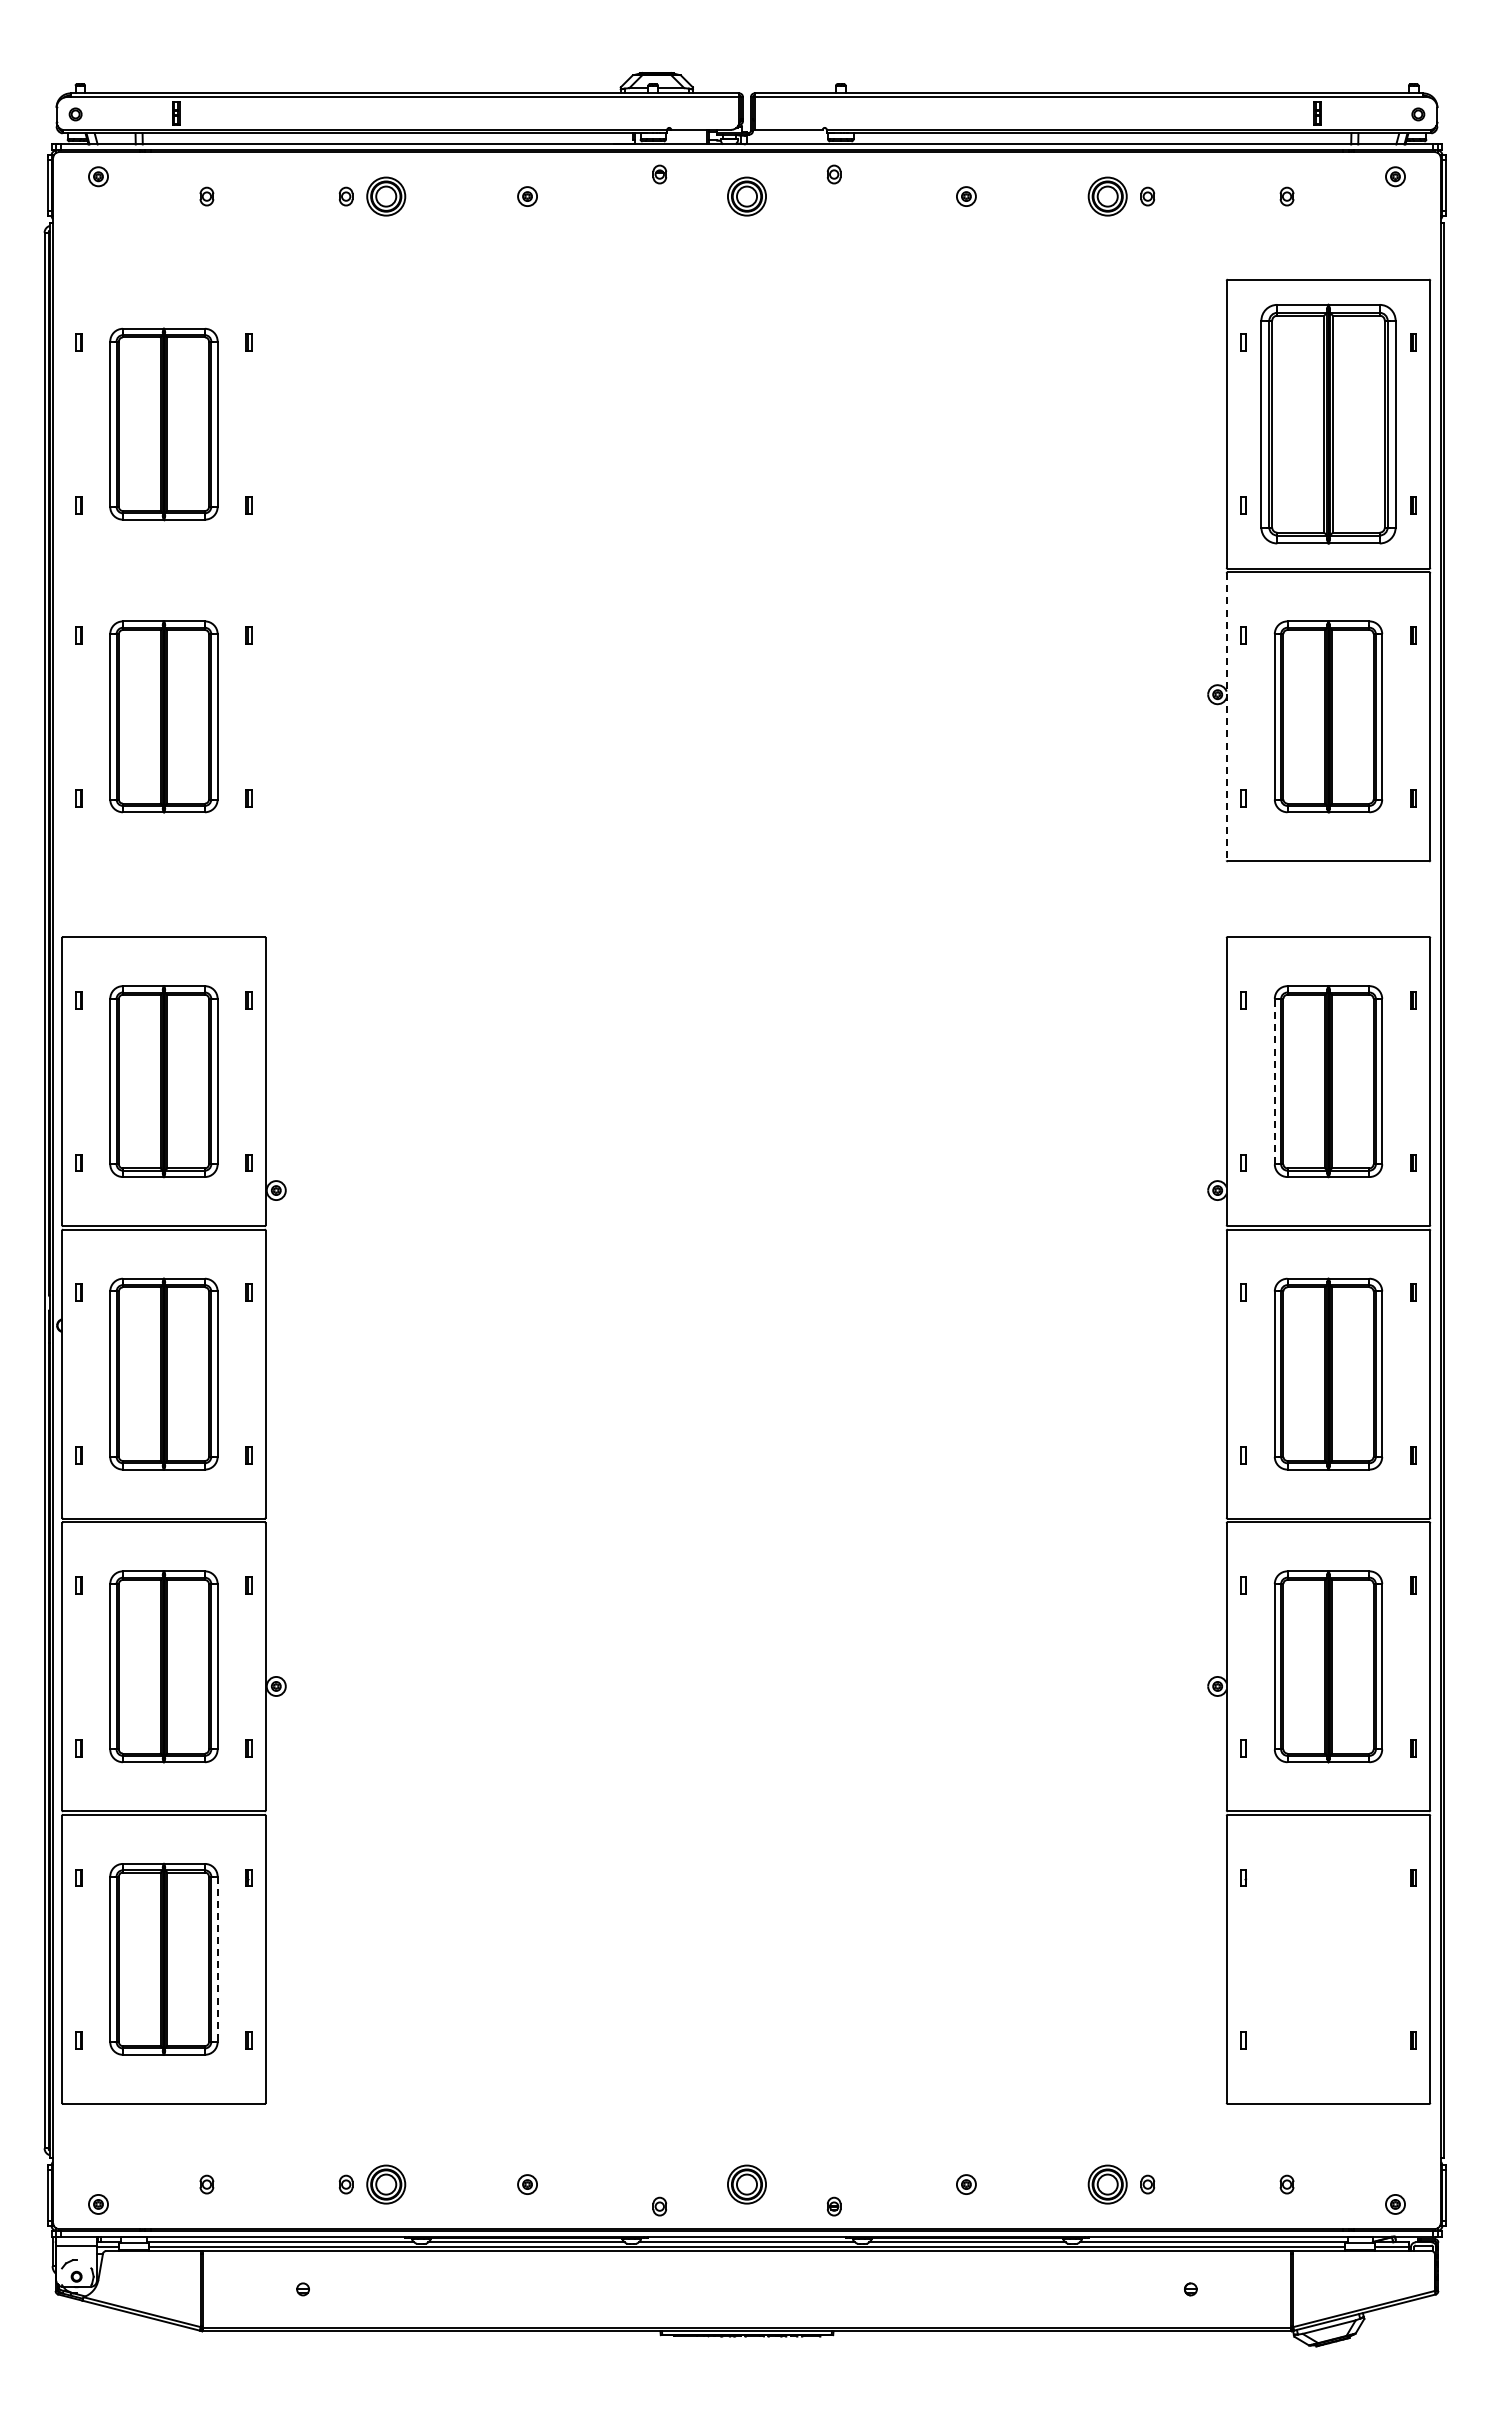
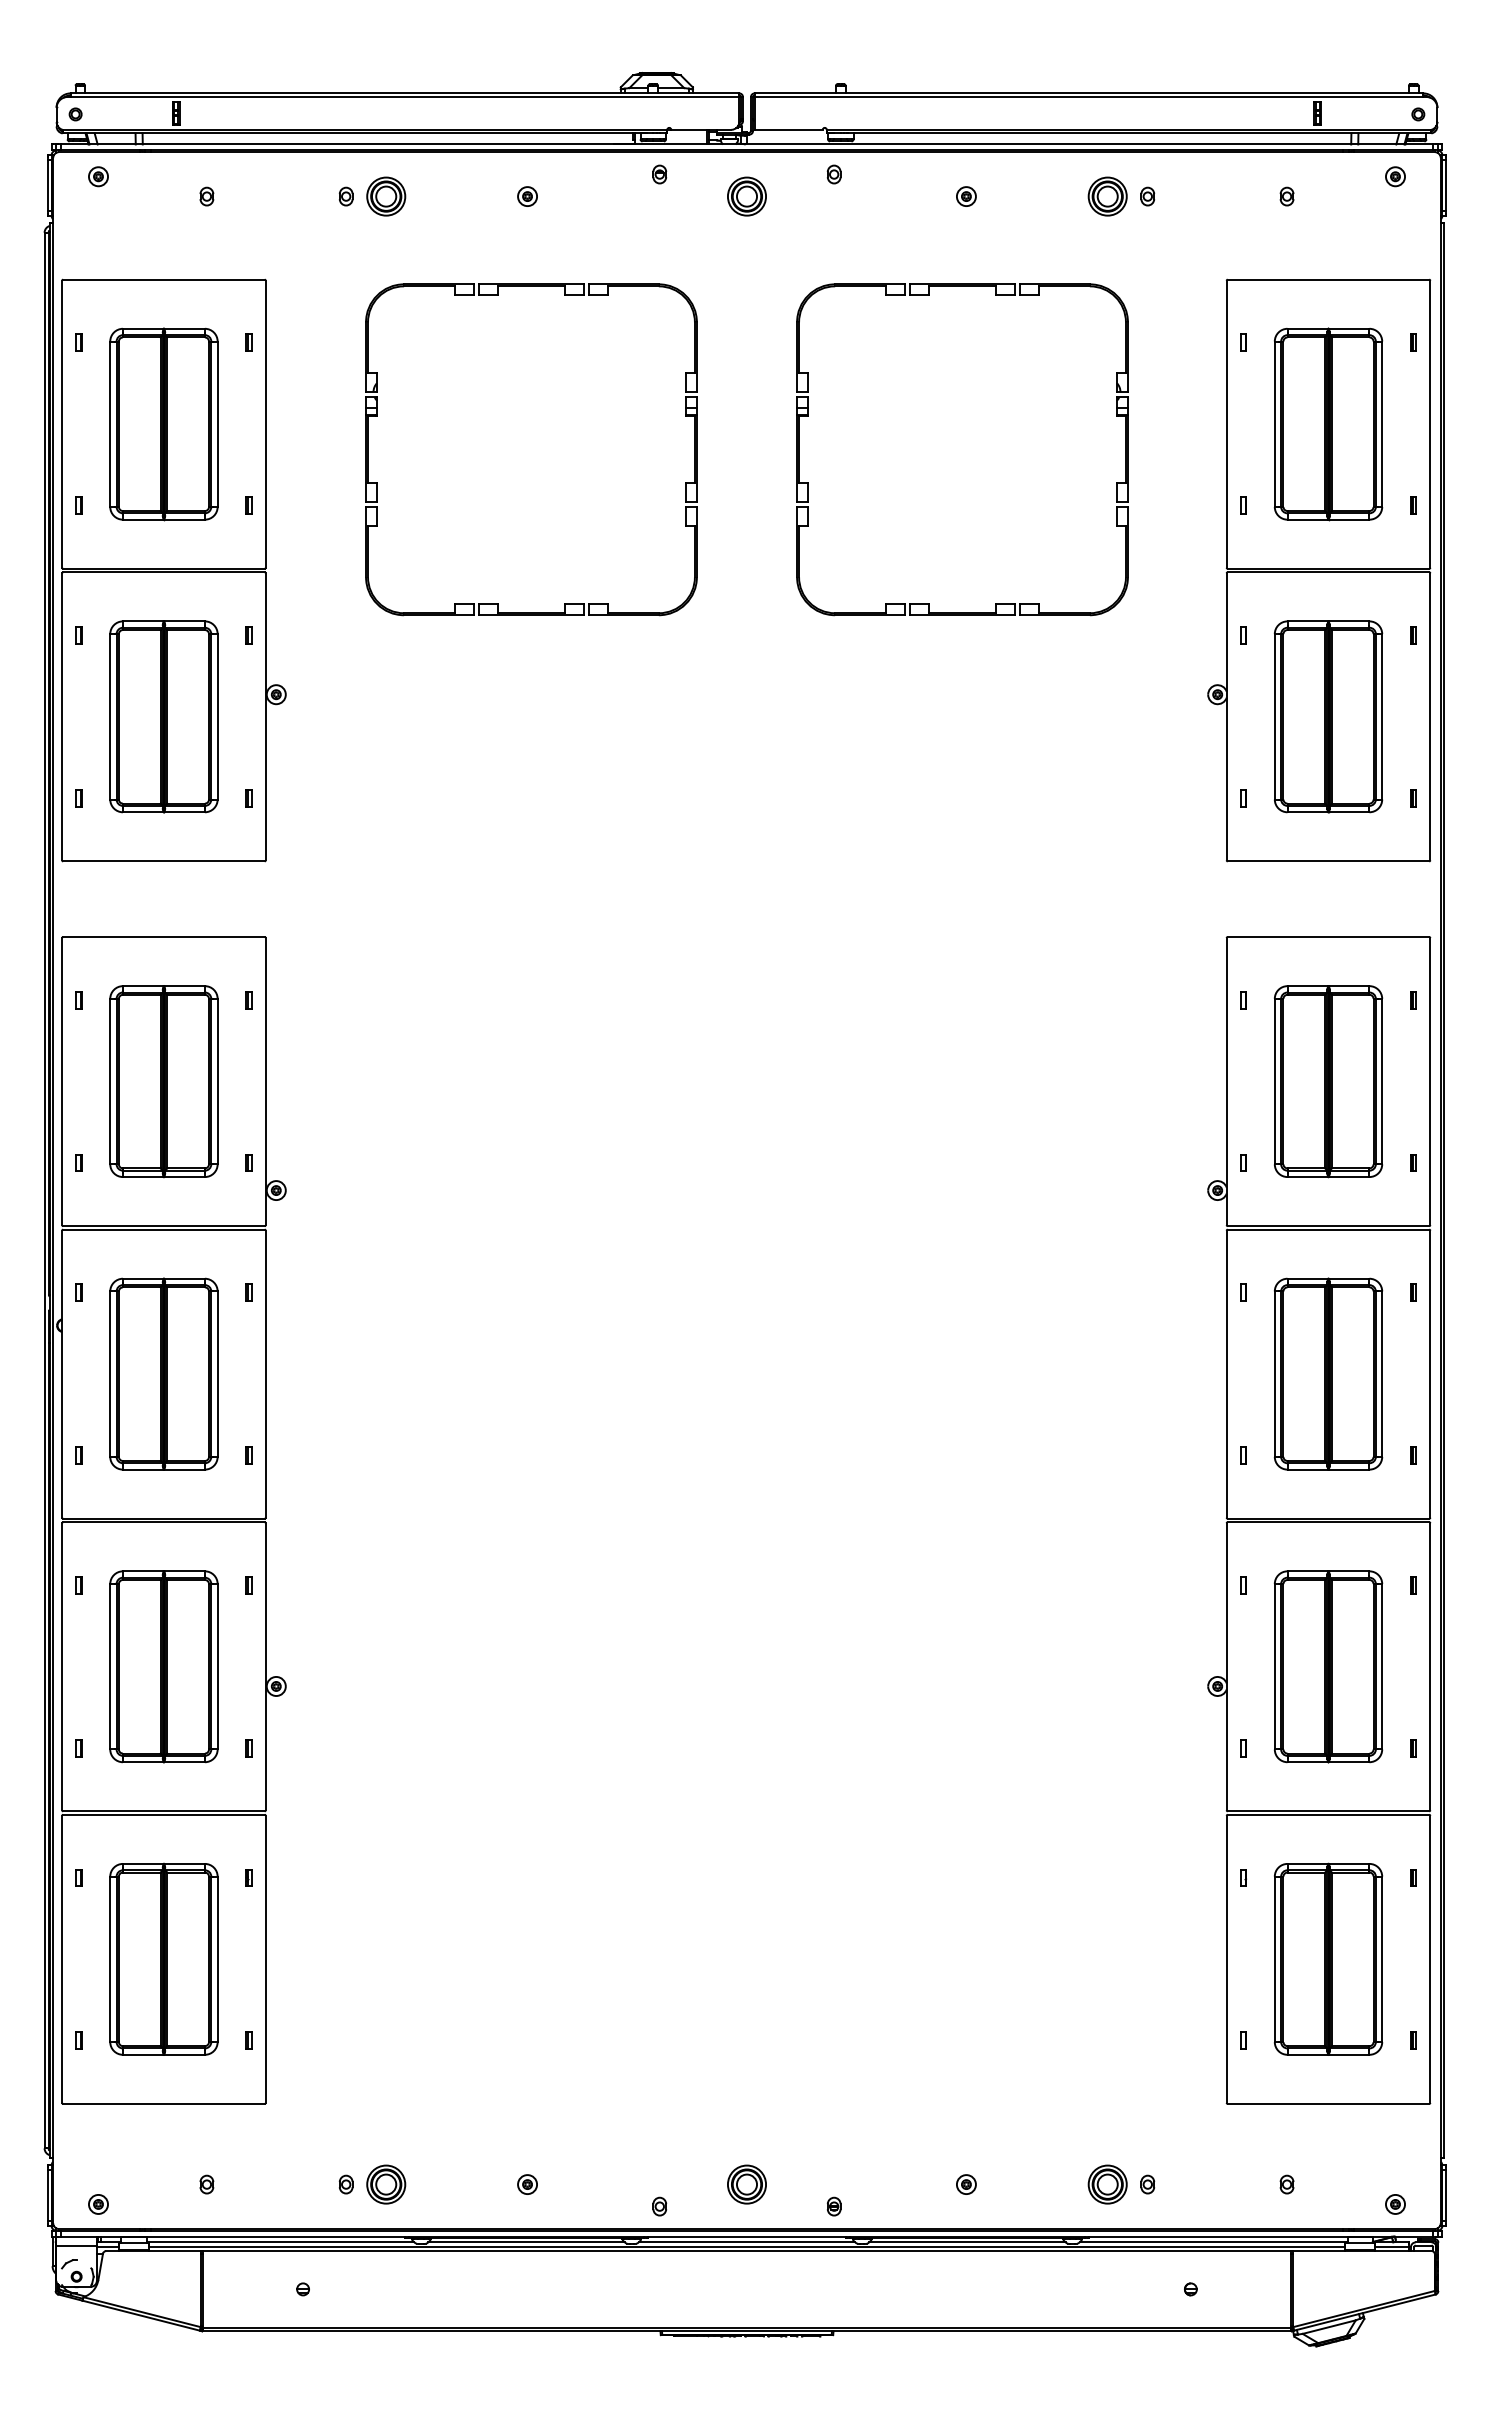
part at (498, 295): none -> present
part at (929, 295): none -> present
part at (1328, 423) size: 137x242 px -> 111x195 px
part at (173, 570): none -> present
line at (1226, 716): dashed -> solid
line at (1274, 1081): dashed -> solid
part at (1328, 1958): none -> present
line at (217, 1959): dashed -> solid
